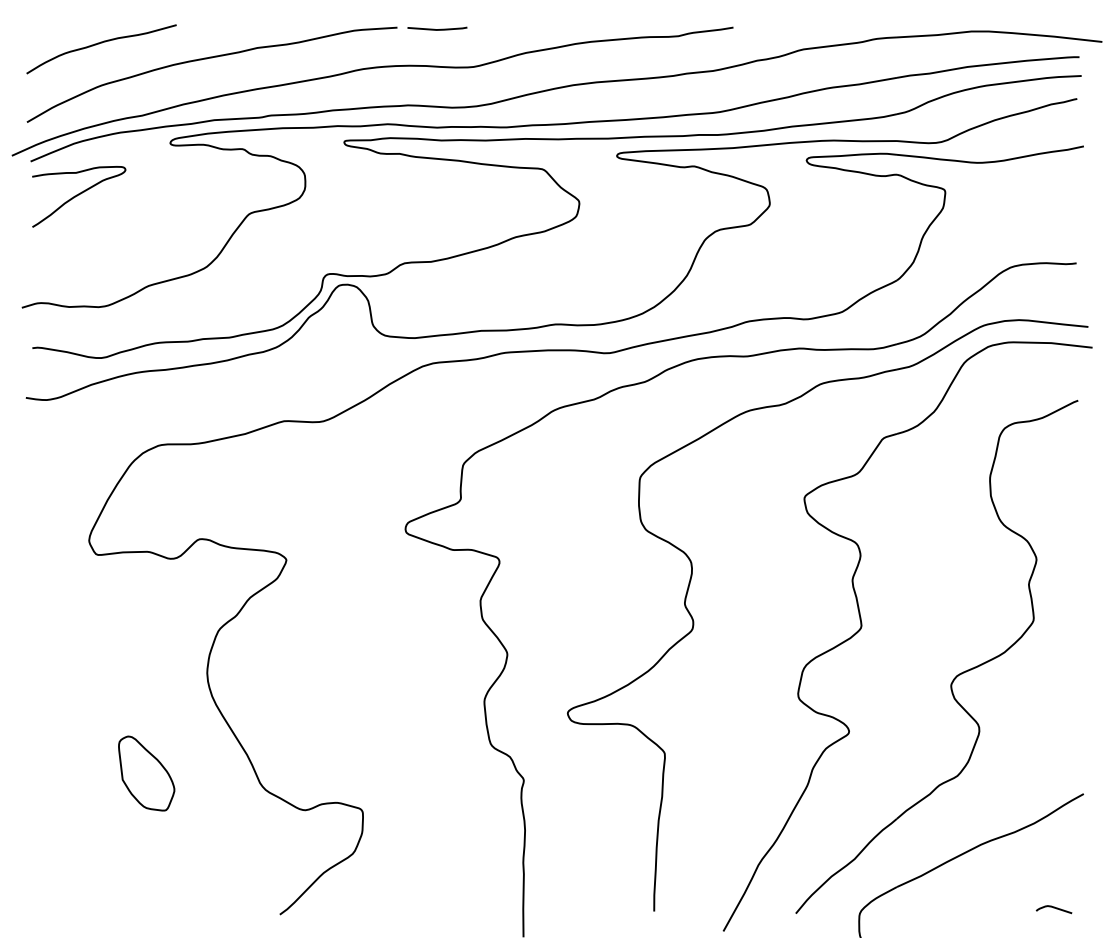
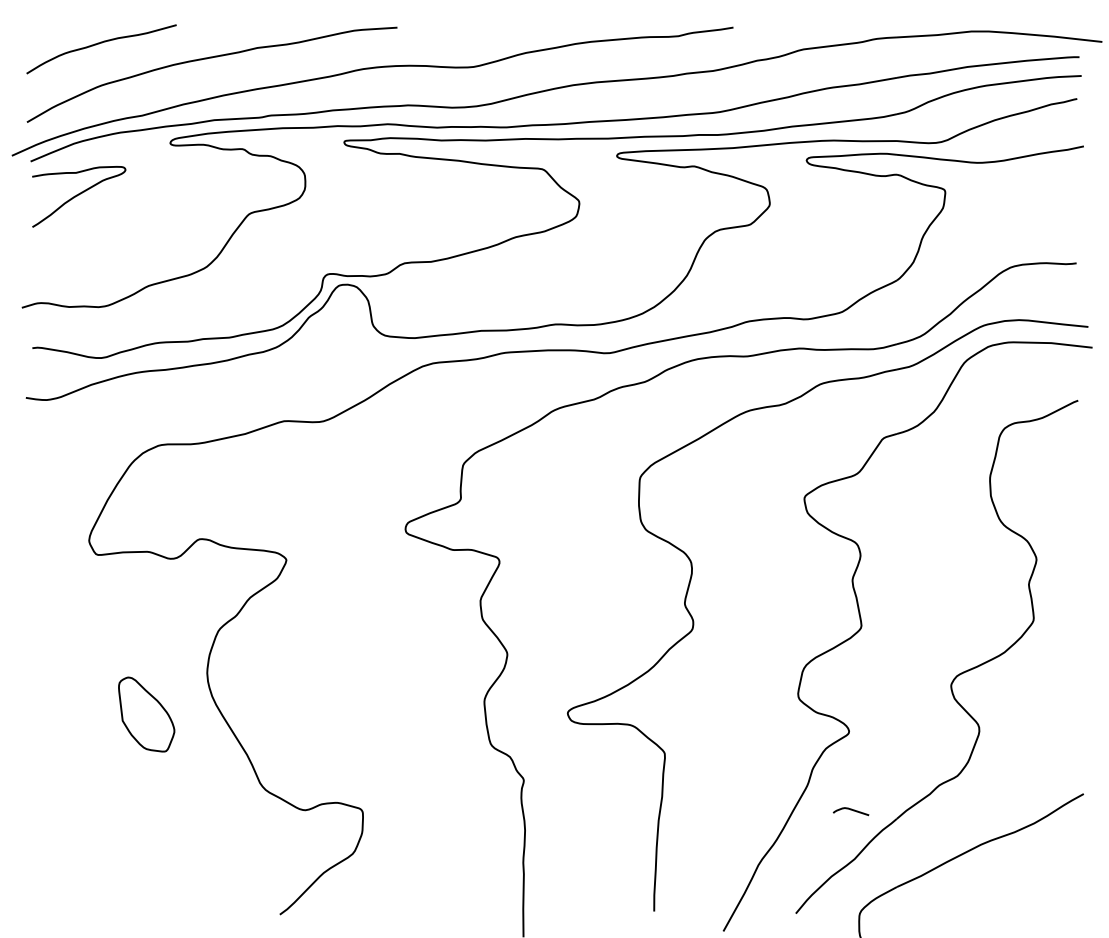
line at (437, 29): present -> none
part at (146, 773) position: (146, 773) -> (146, 714)
curve at (1053, 908) position: (1053, 908) -> (850, 810)
